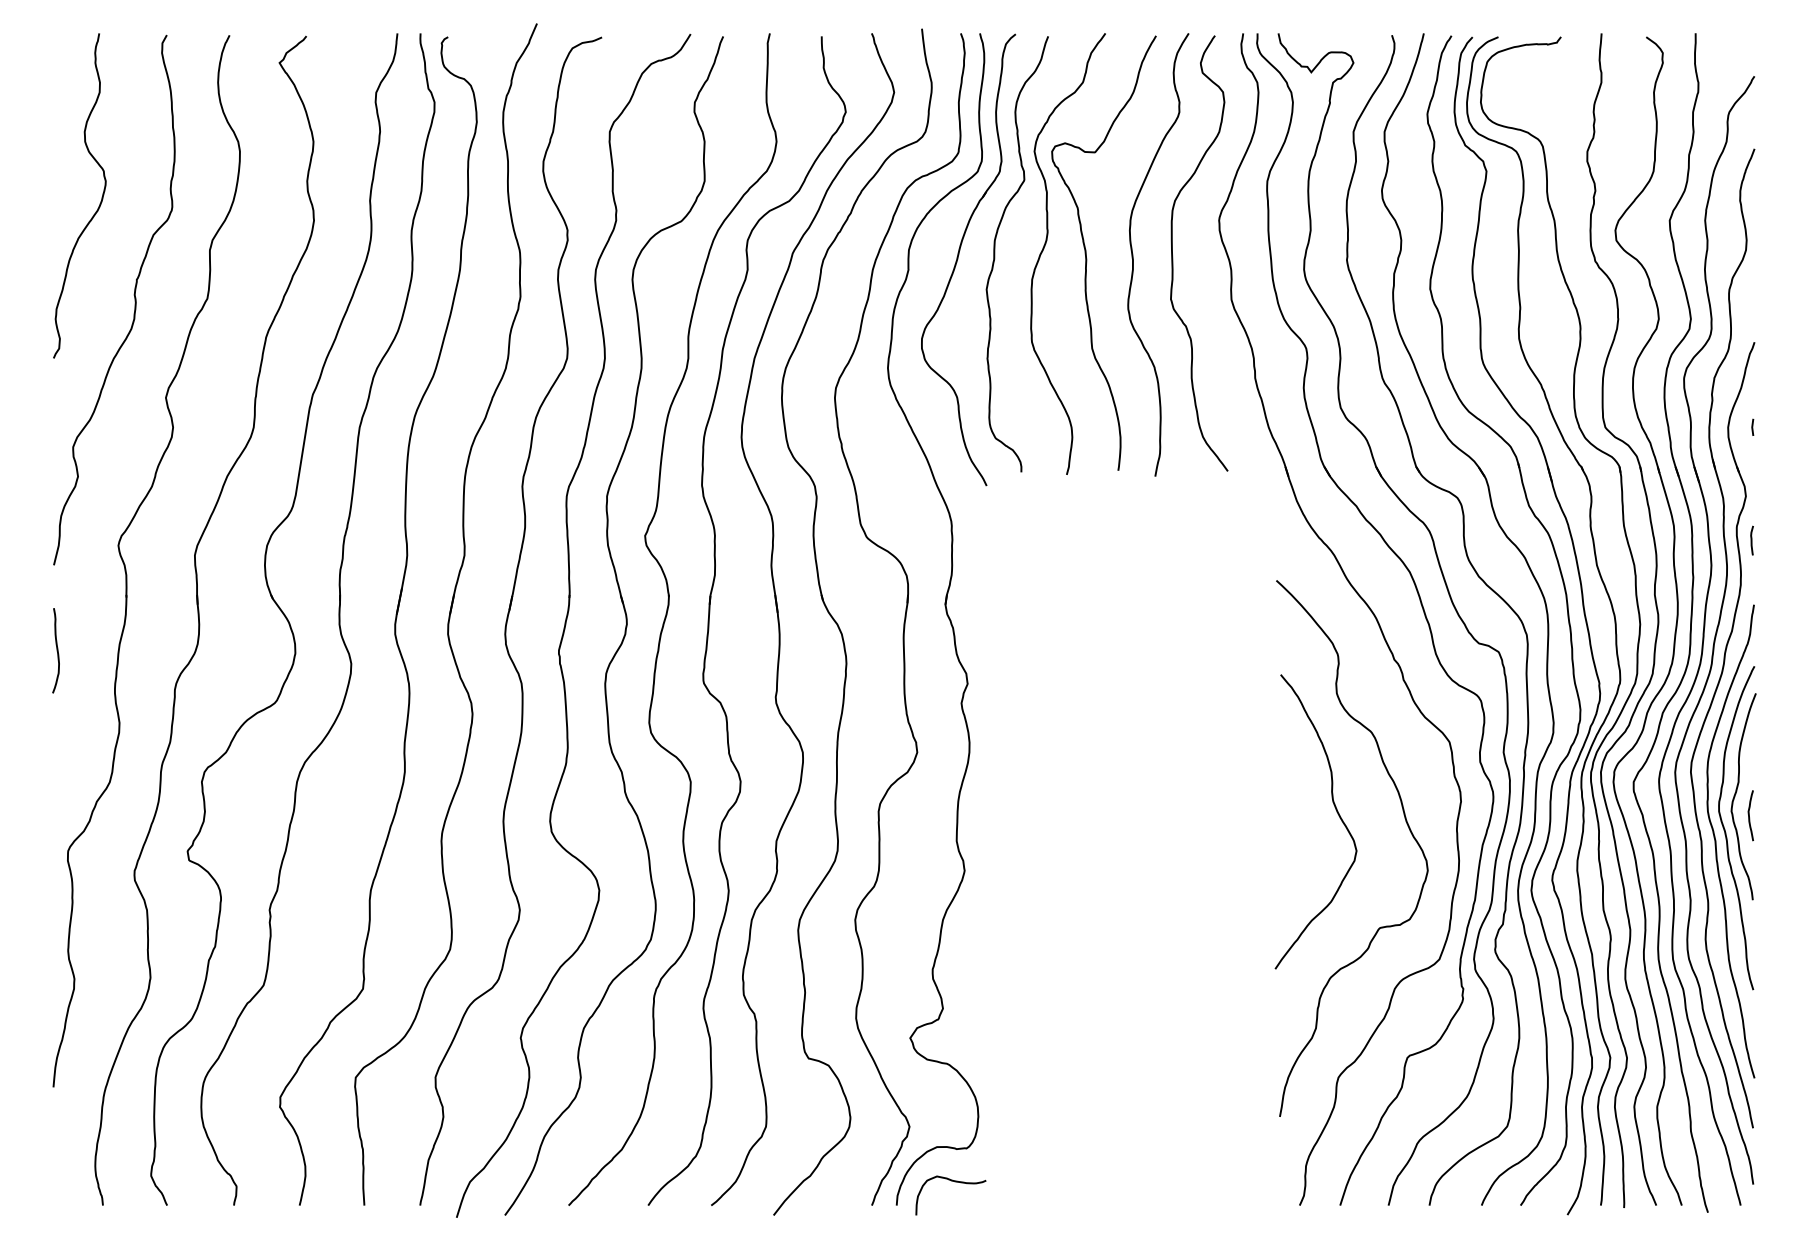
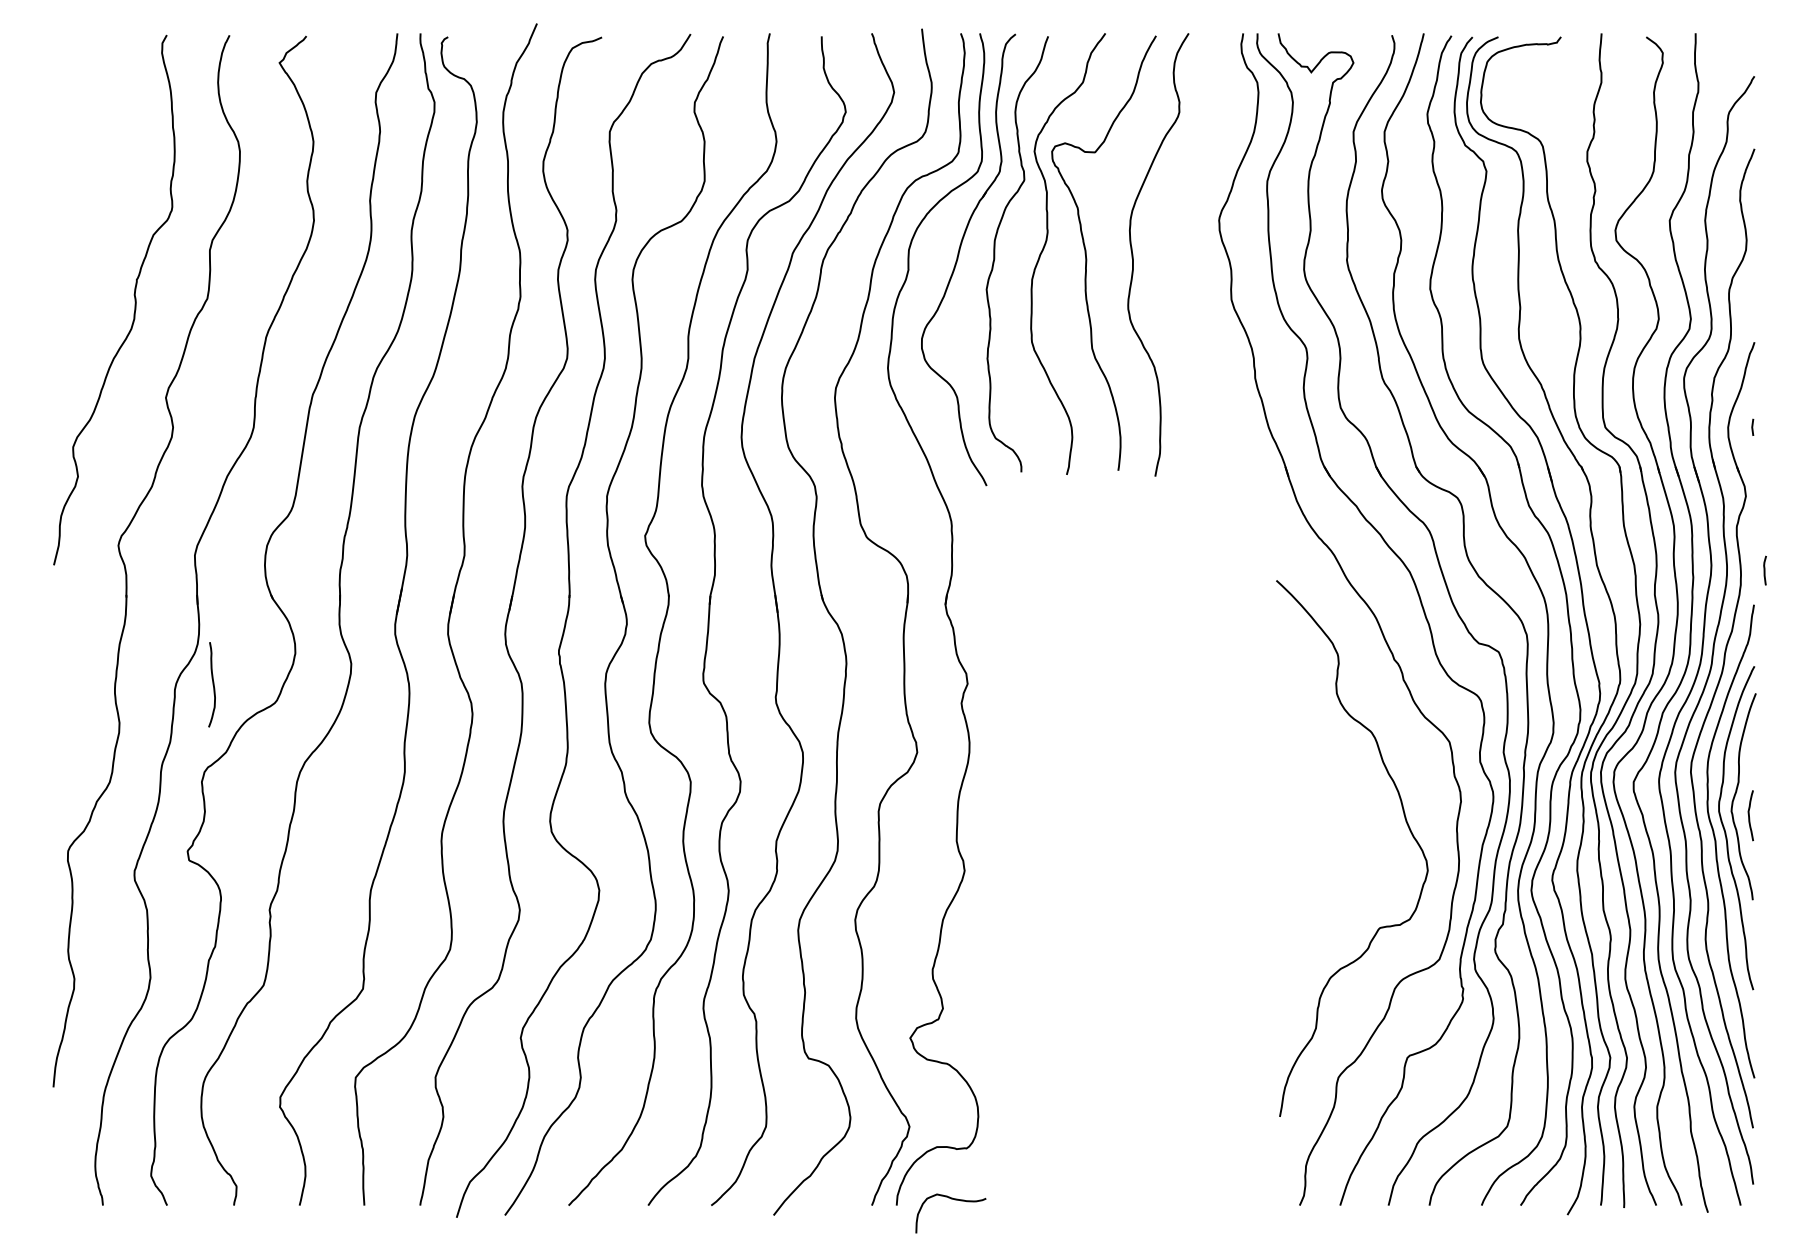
curve at (99, 203): present -> none
curve at (1173, 256): present -> none
line at (1751, 540) position: (1751, 540) -> (1764, 570)
curve at (56, 650) position: (56, 650) -> (212, 684)
curve at (1336, 812): present -> none
curve at (954, 1182) position: (954, 1182) -> (954, 1200)
